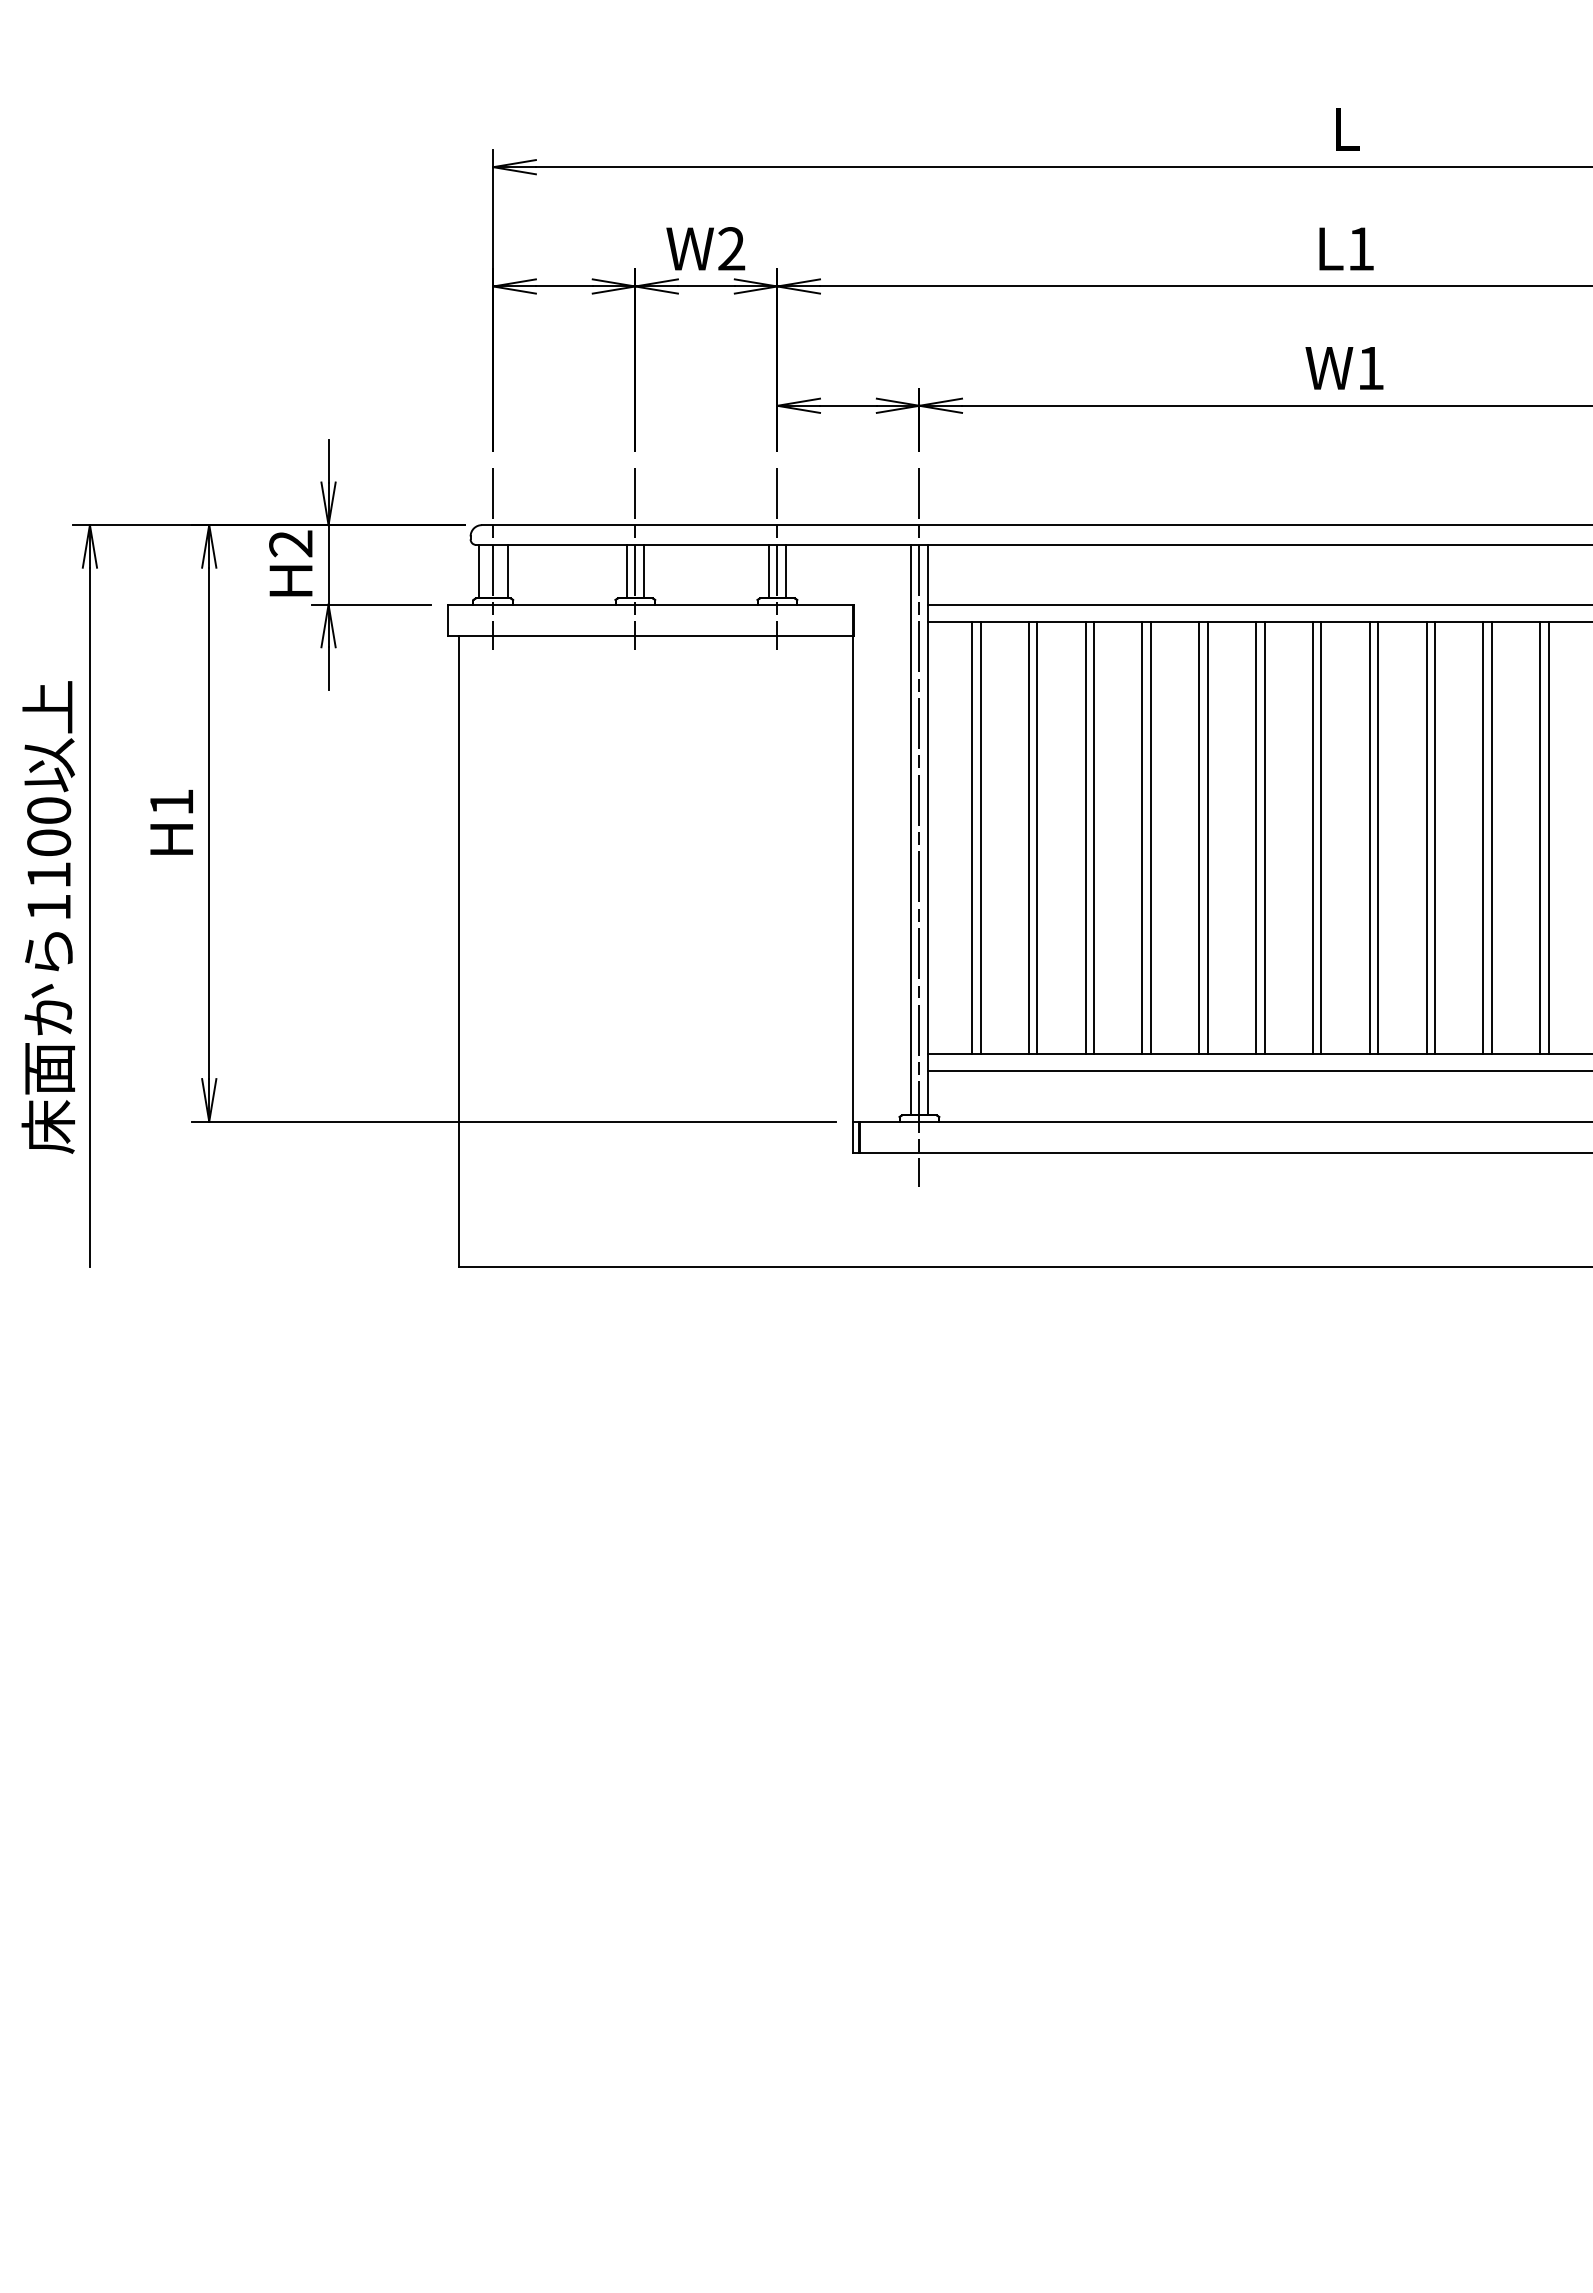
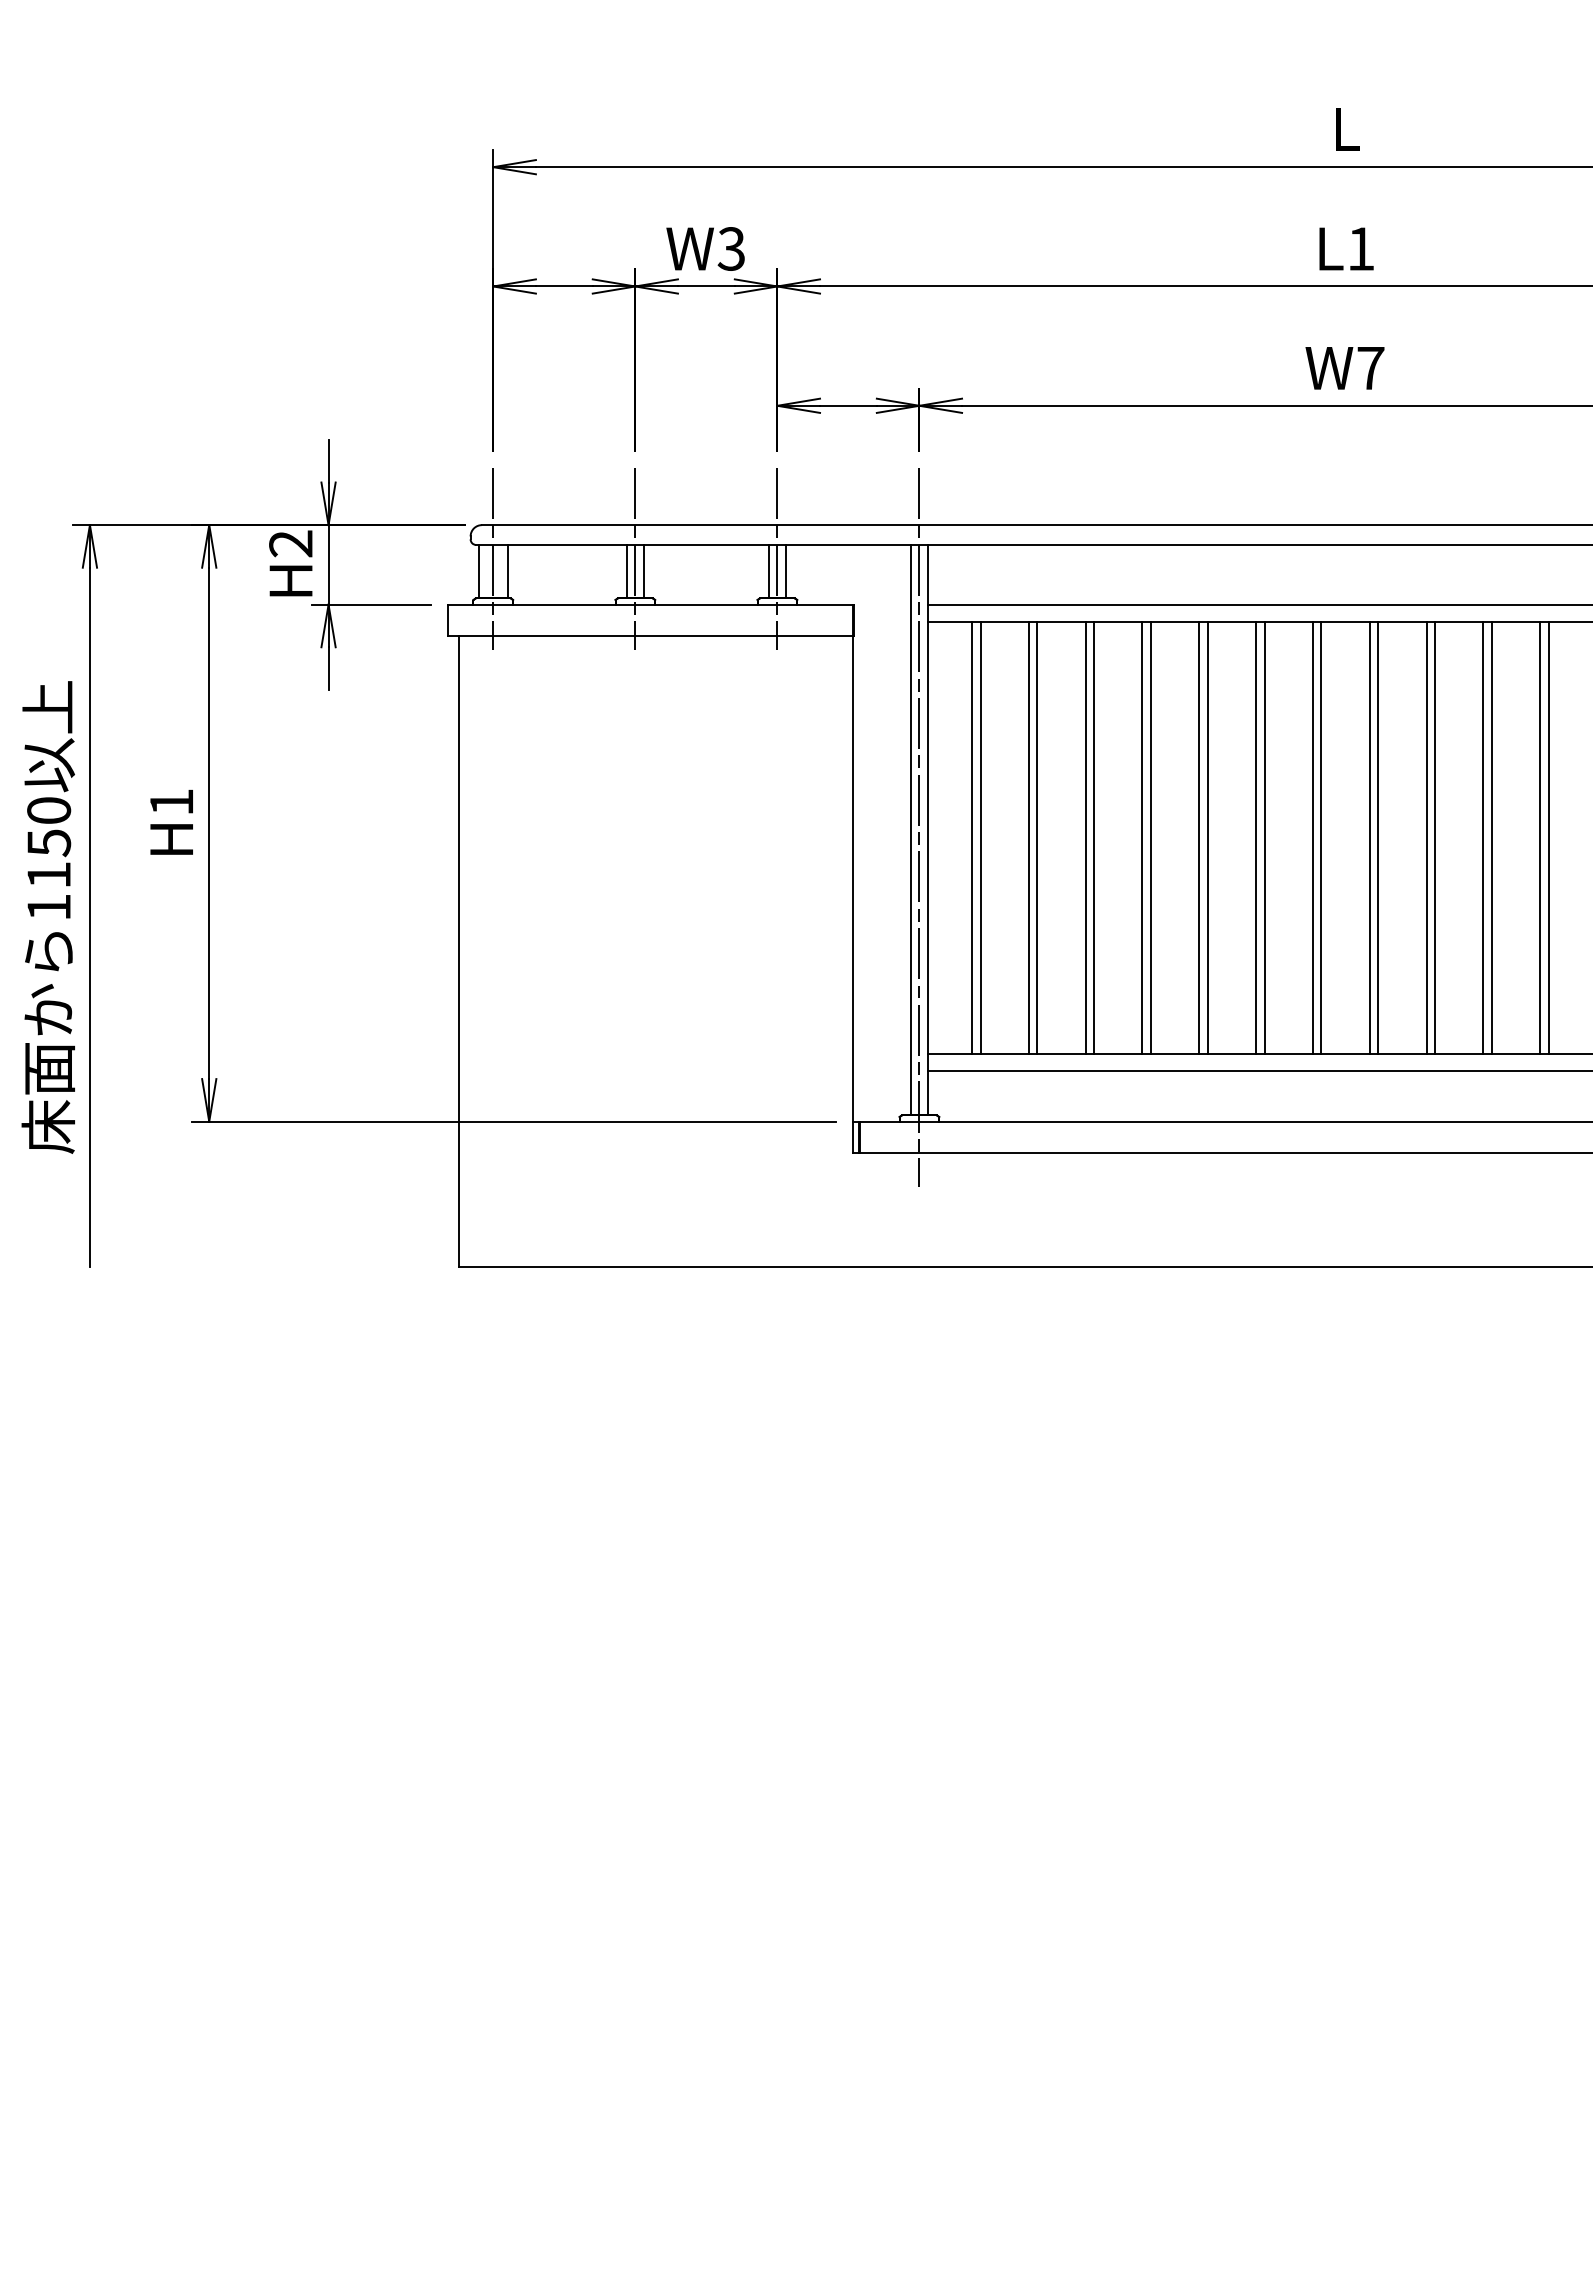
text at (731, 248): W2 -> W3
text at (1370, 368): W1 -> W7
text at (49, 843): 1100 -> 1150
